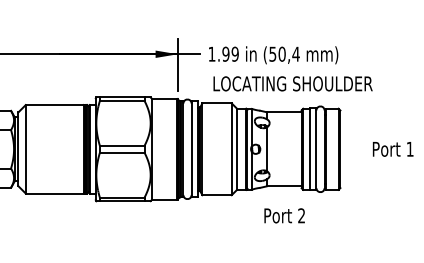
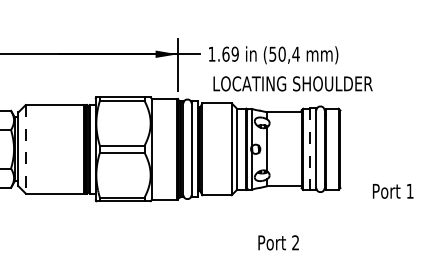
text at (225, 53): 1.99 -> 1.69
line at (25, 149): solid -> dashed
line at (310, 149): solid -> dashed
text at (392, 149) position: (392, 149) -> (392, 191)
text at (284, 215) position: (284, 215) -> (278, 242)
